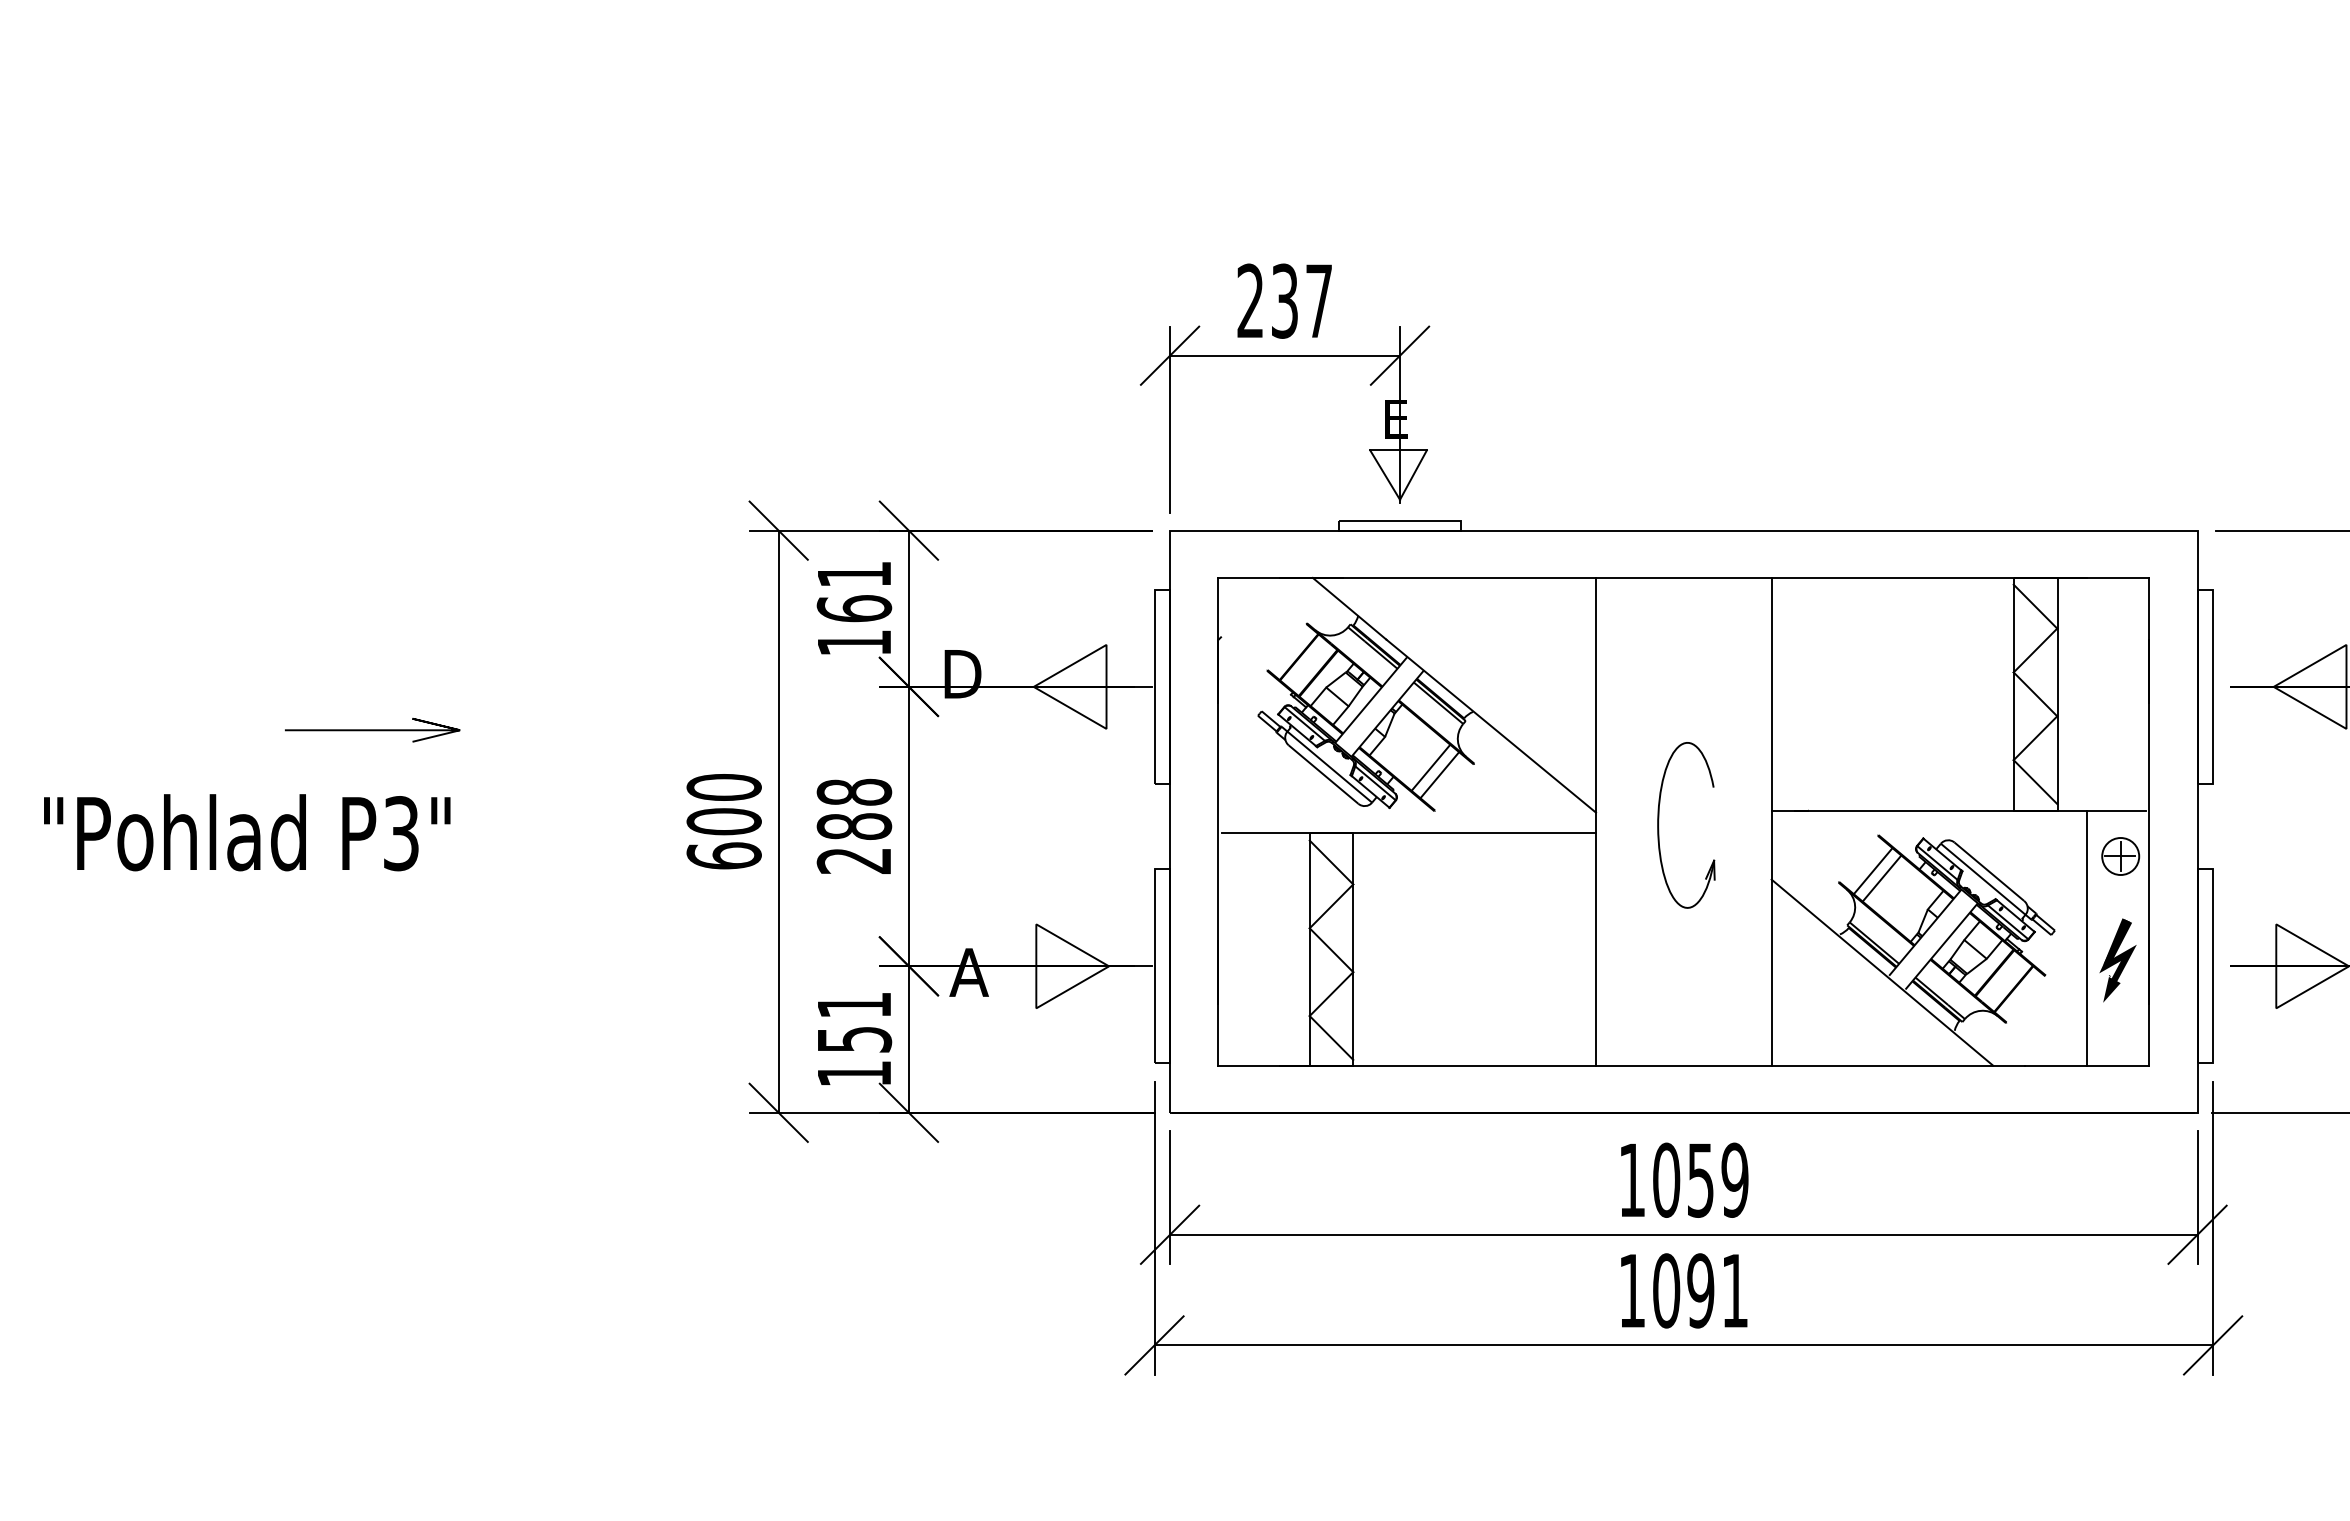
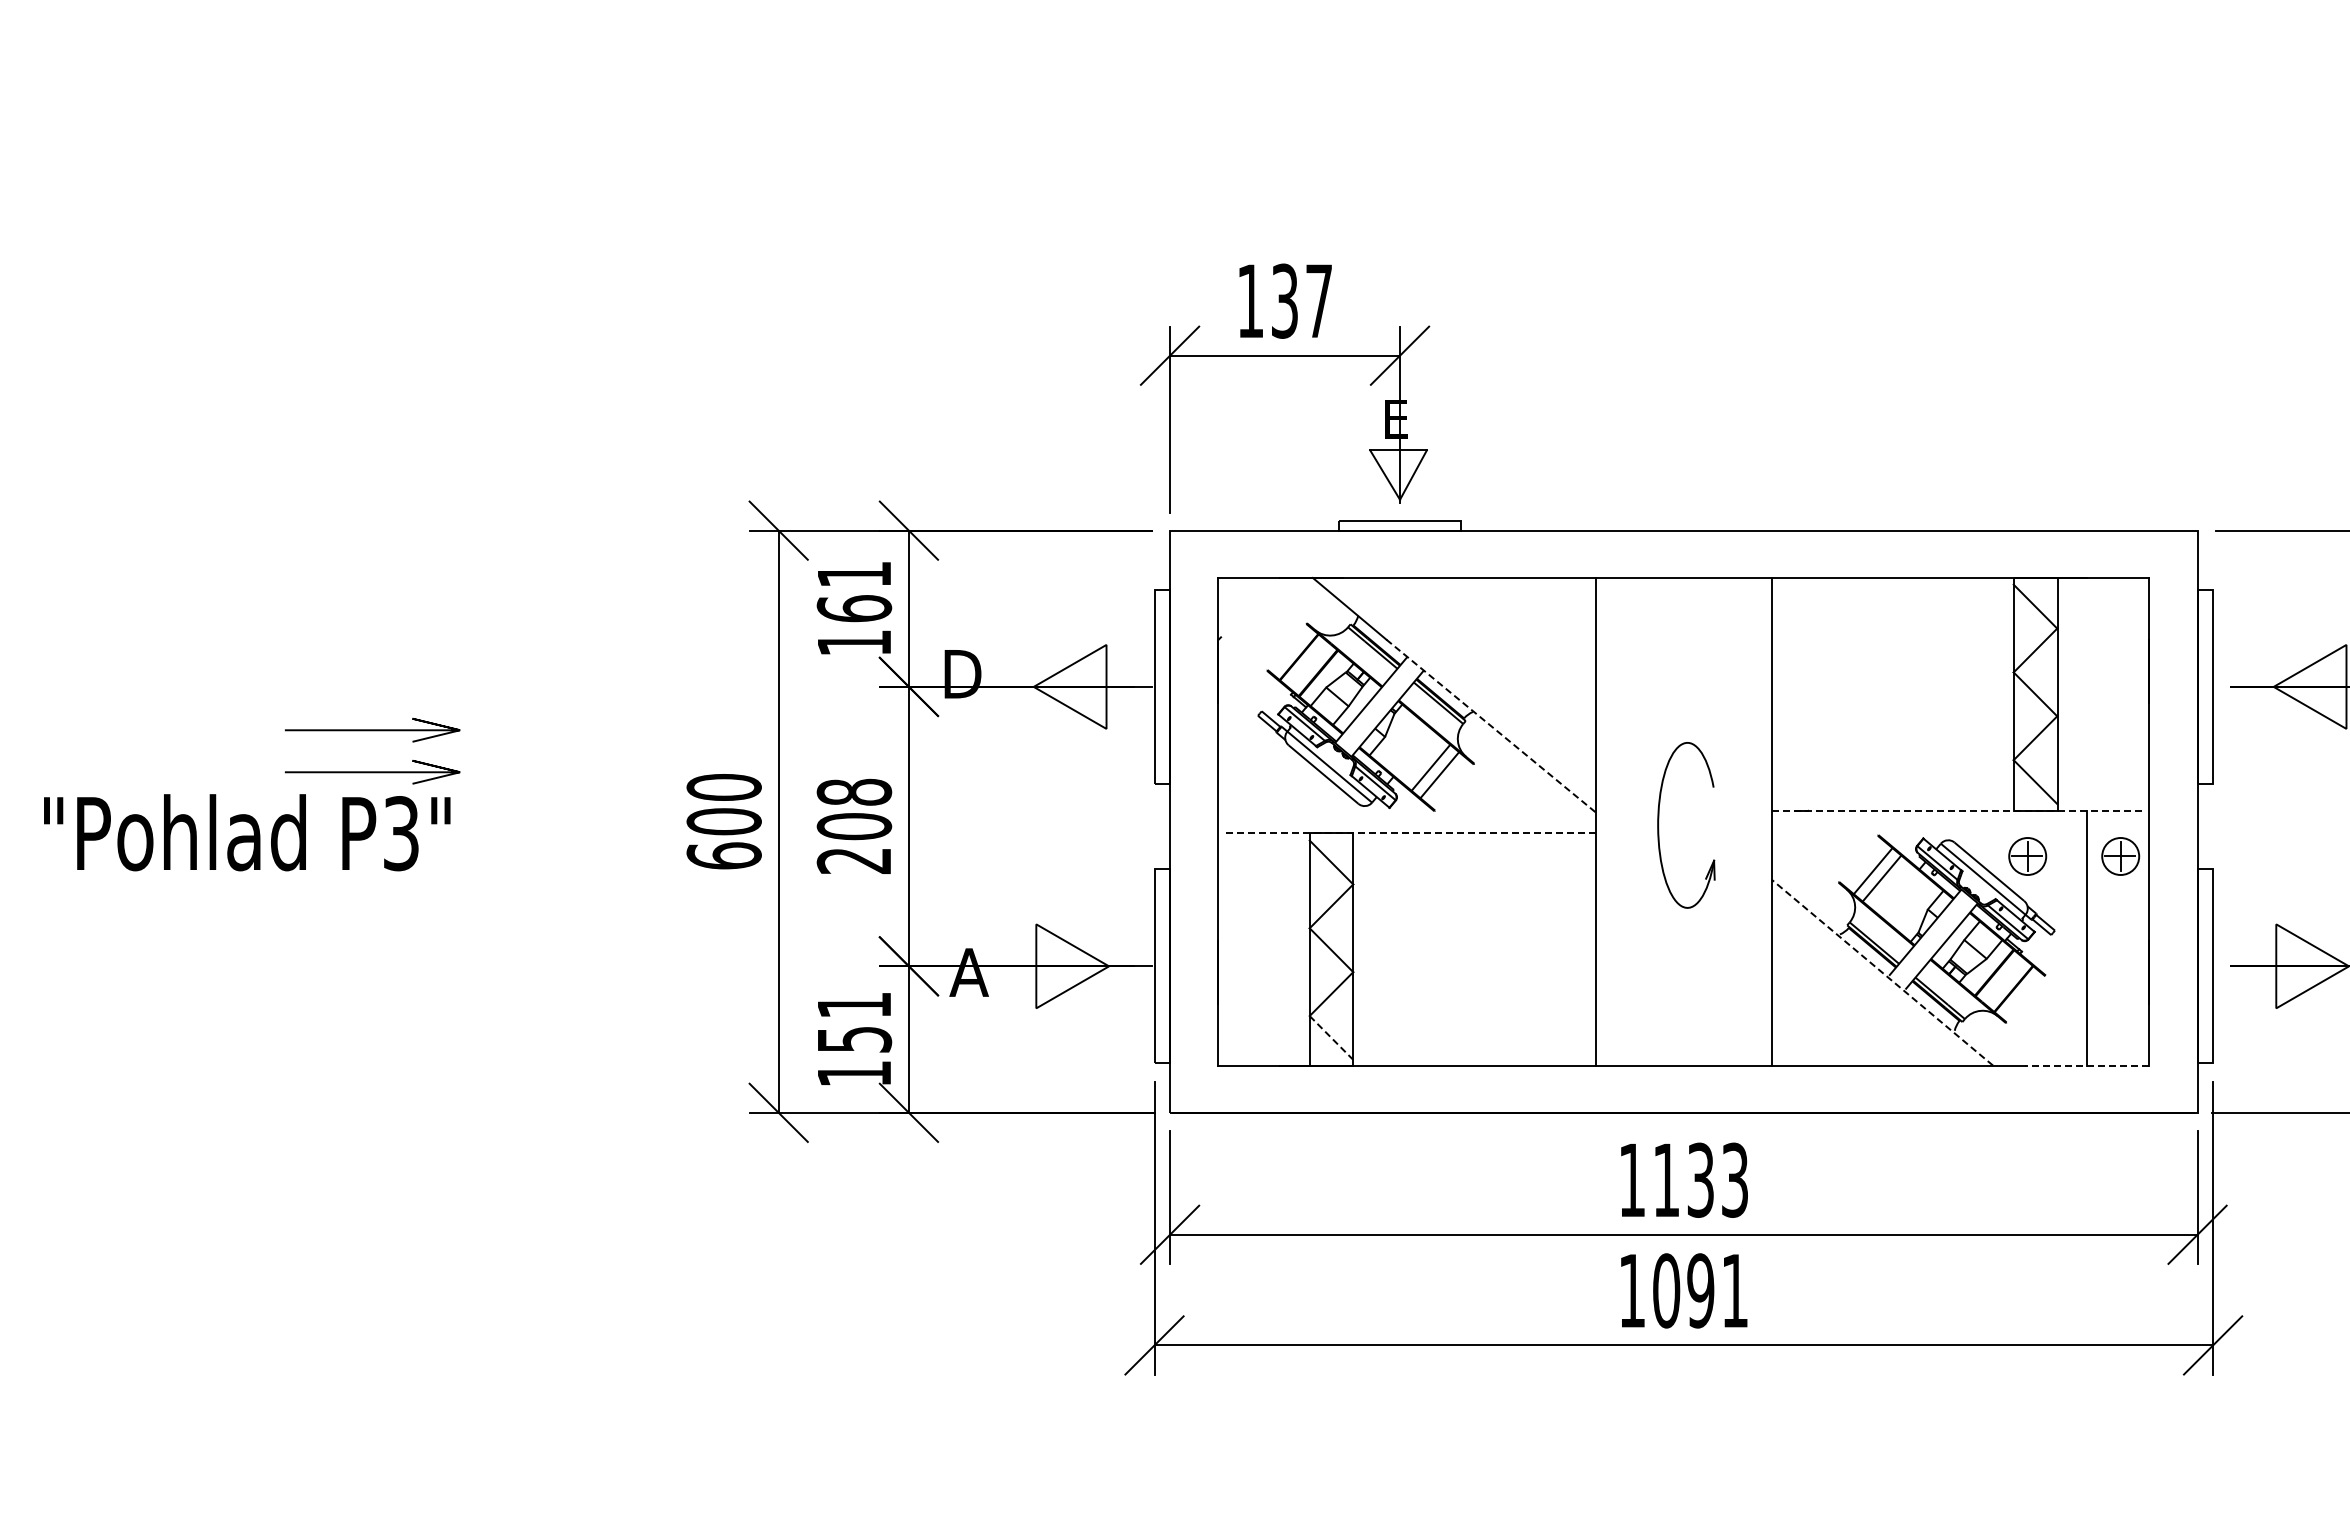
text at (1249, 300): 237 -> 137
line at (1491, 726): solid -> dashed
line at (372, 772): none -> present
line at (1959, 810): solid -> dashed
text at (854, 826): 288 -> 208
line at (1408, 832): solid -> dashed
part at (2027, 856): none -> present
part at (2117, 960): present -> none
line at (1882, 972): solid -> dashed
line at (1331, 1037): solid -> dashed
line at (2086, 1065): solid -> dashed
text at (1700, 1179): 1059 -> 1133
